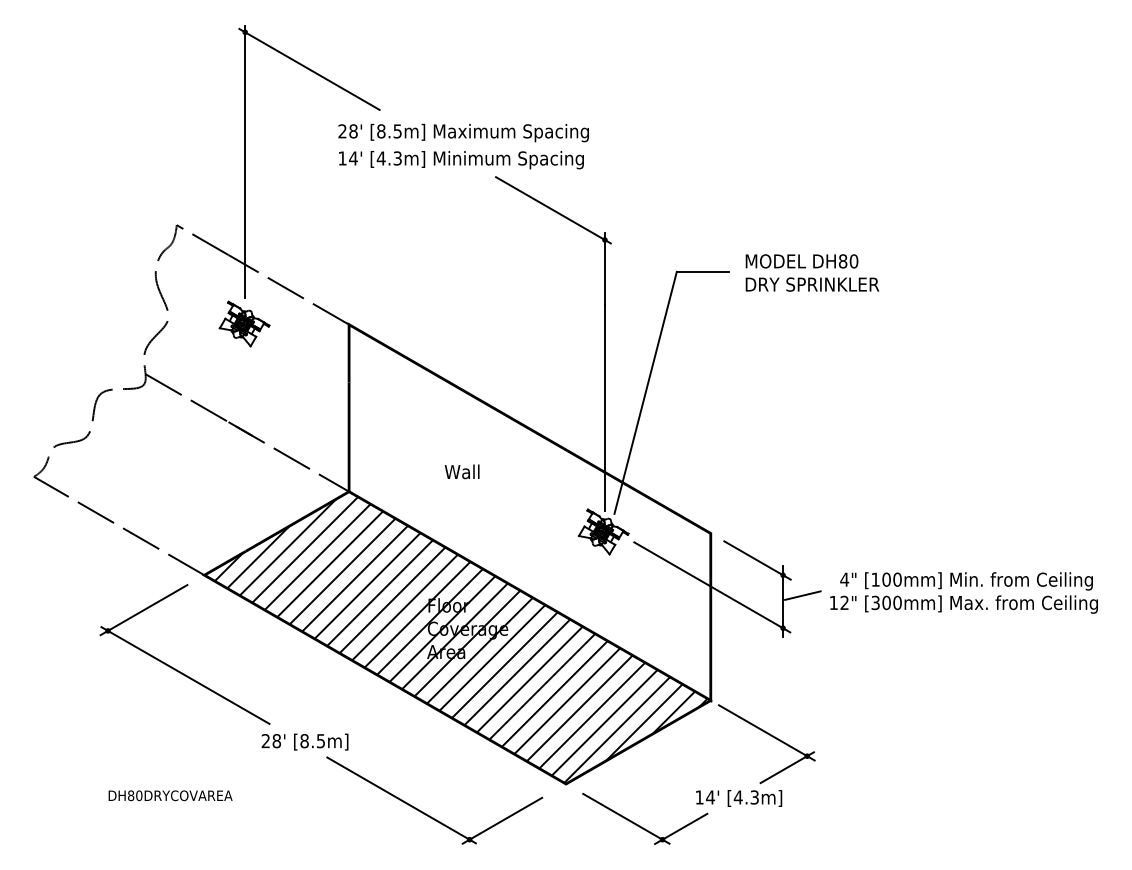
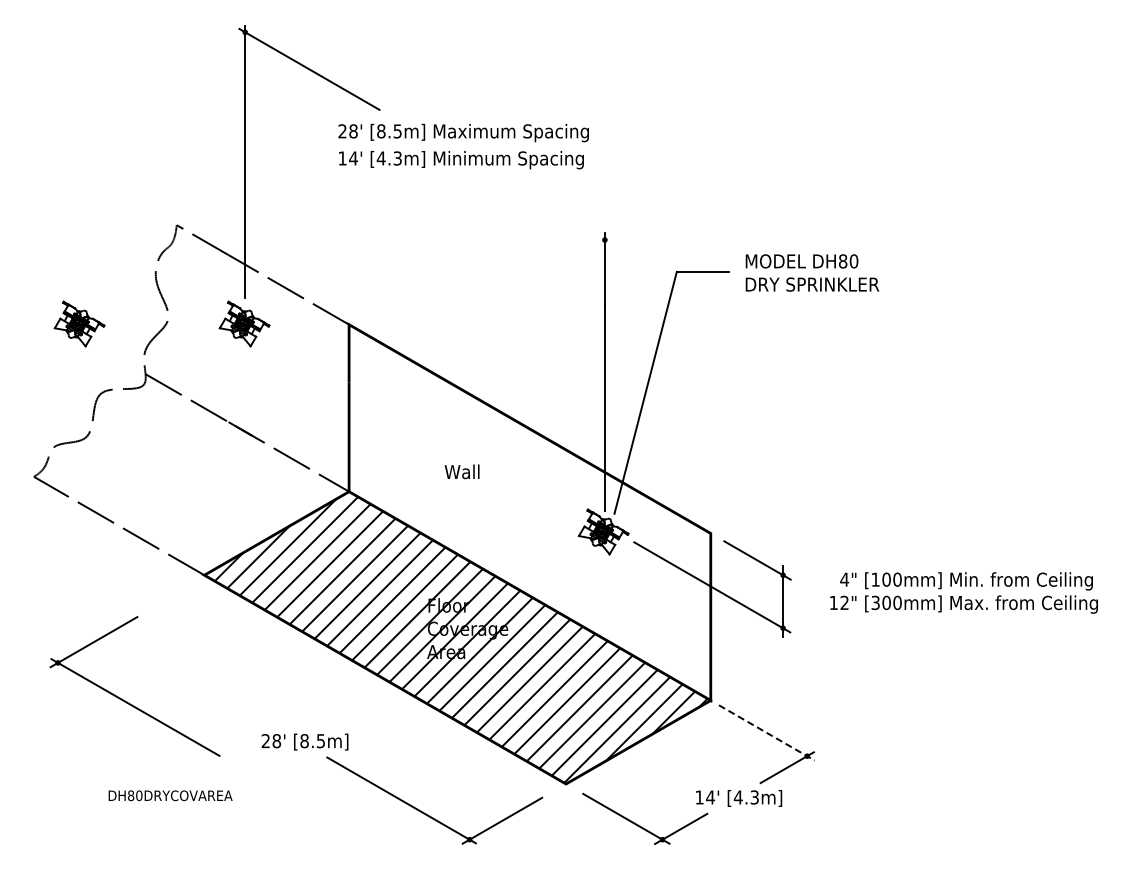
line at (553, 210): present -> none
part at (79, 323): none -> present
line at (802, 595): present -> none
part at (177, 669) position: (177, 669) -> (127, 701)
line at (767, 733): solid -> dashed
